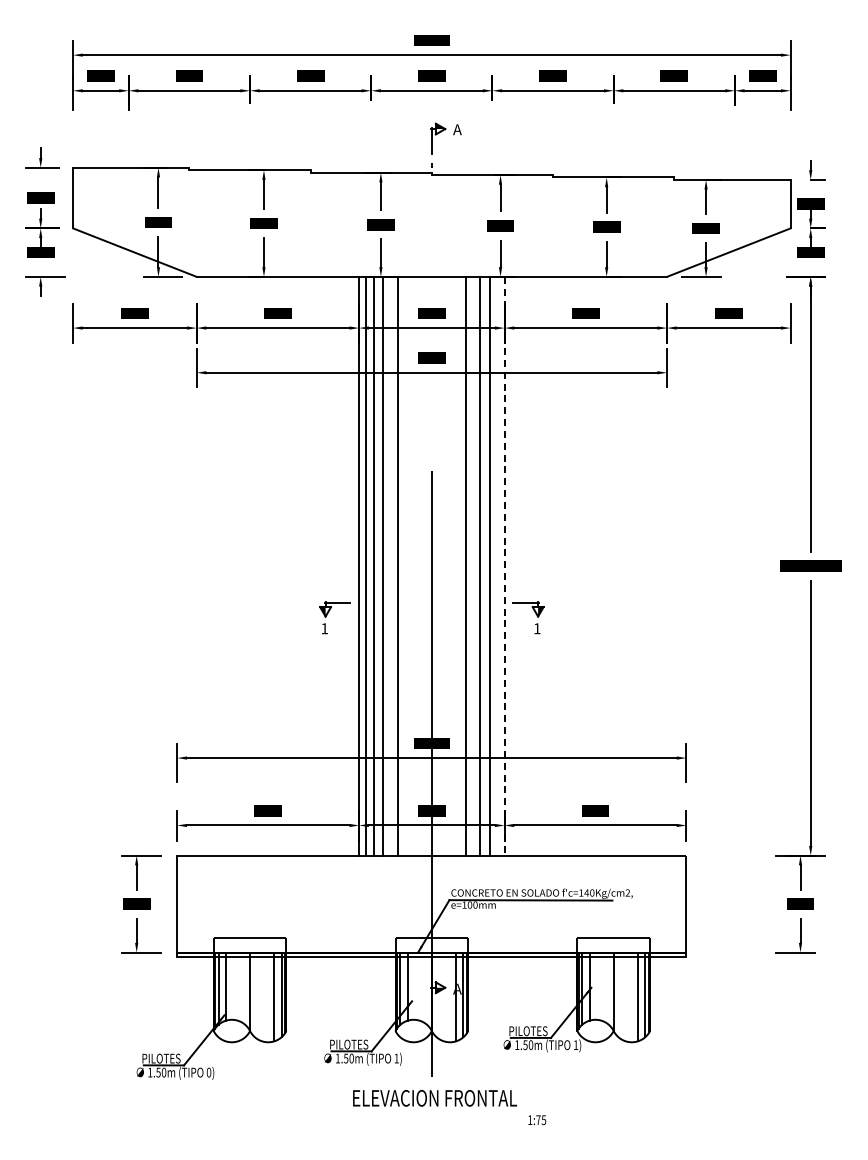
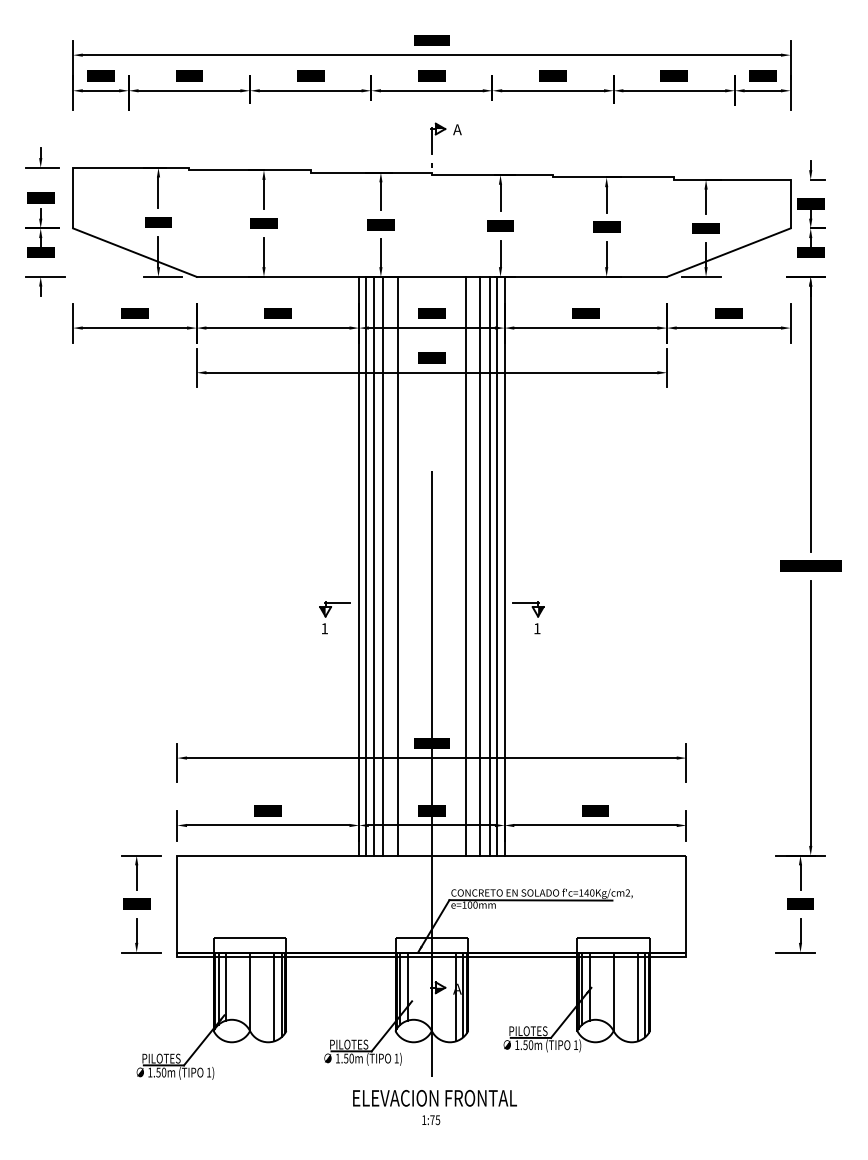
line at (497, 565): none -> present
line at (504, 566): dashed -> solid
text at (208, 1072): 0) -> 1)
text at (537, 1120) position: (537, 1120) -> (431, 1120)
